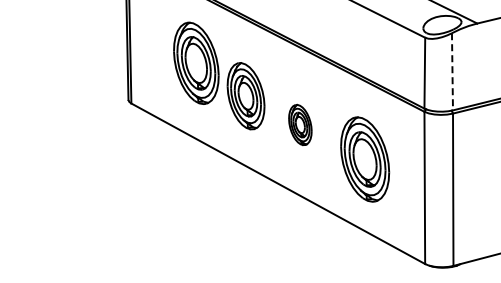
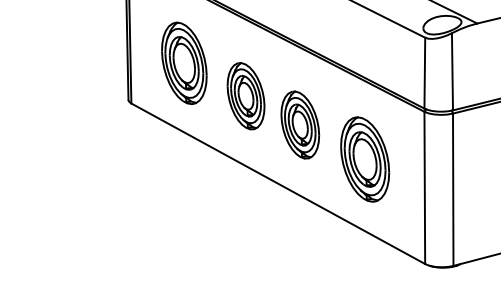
part at (196, 62) position: (196, 62) -> (184, 62)
line at (452, 71): dashed -> solid
part at (300, 124) size: 25x44 px -> 41x70 px
